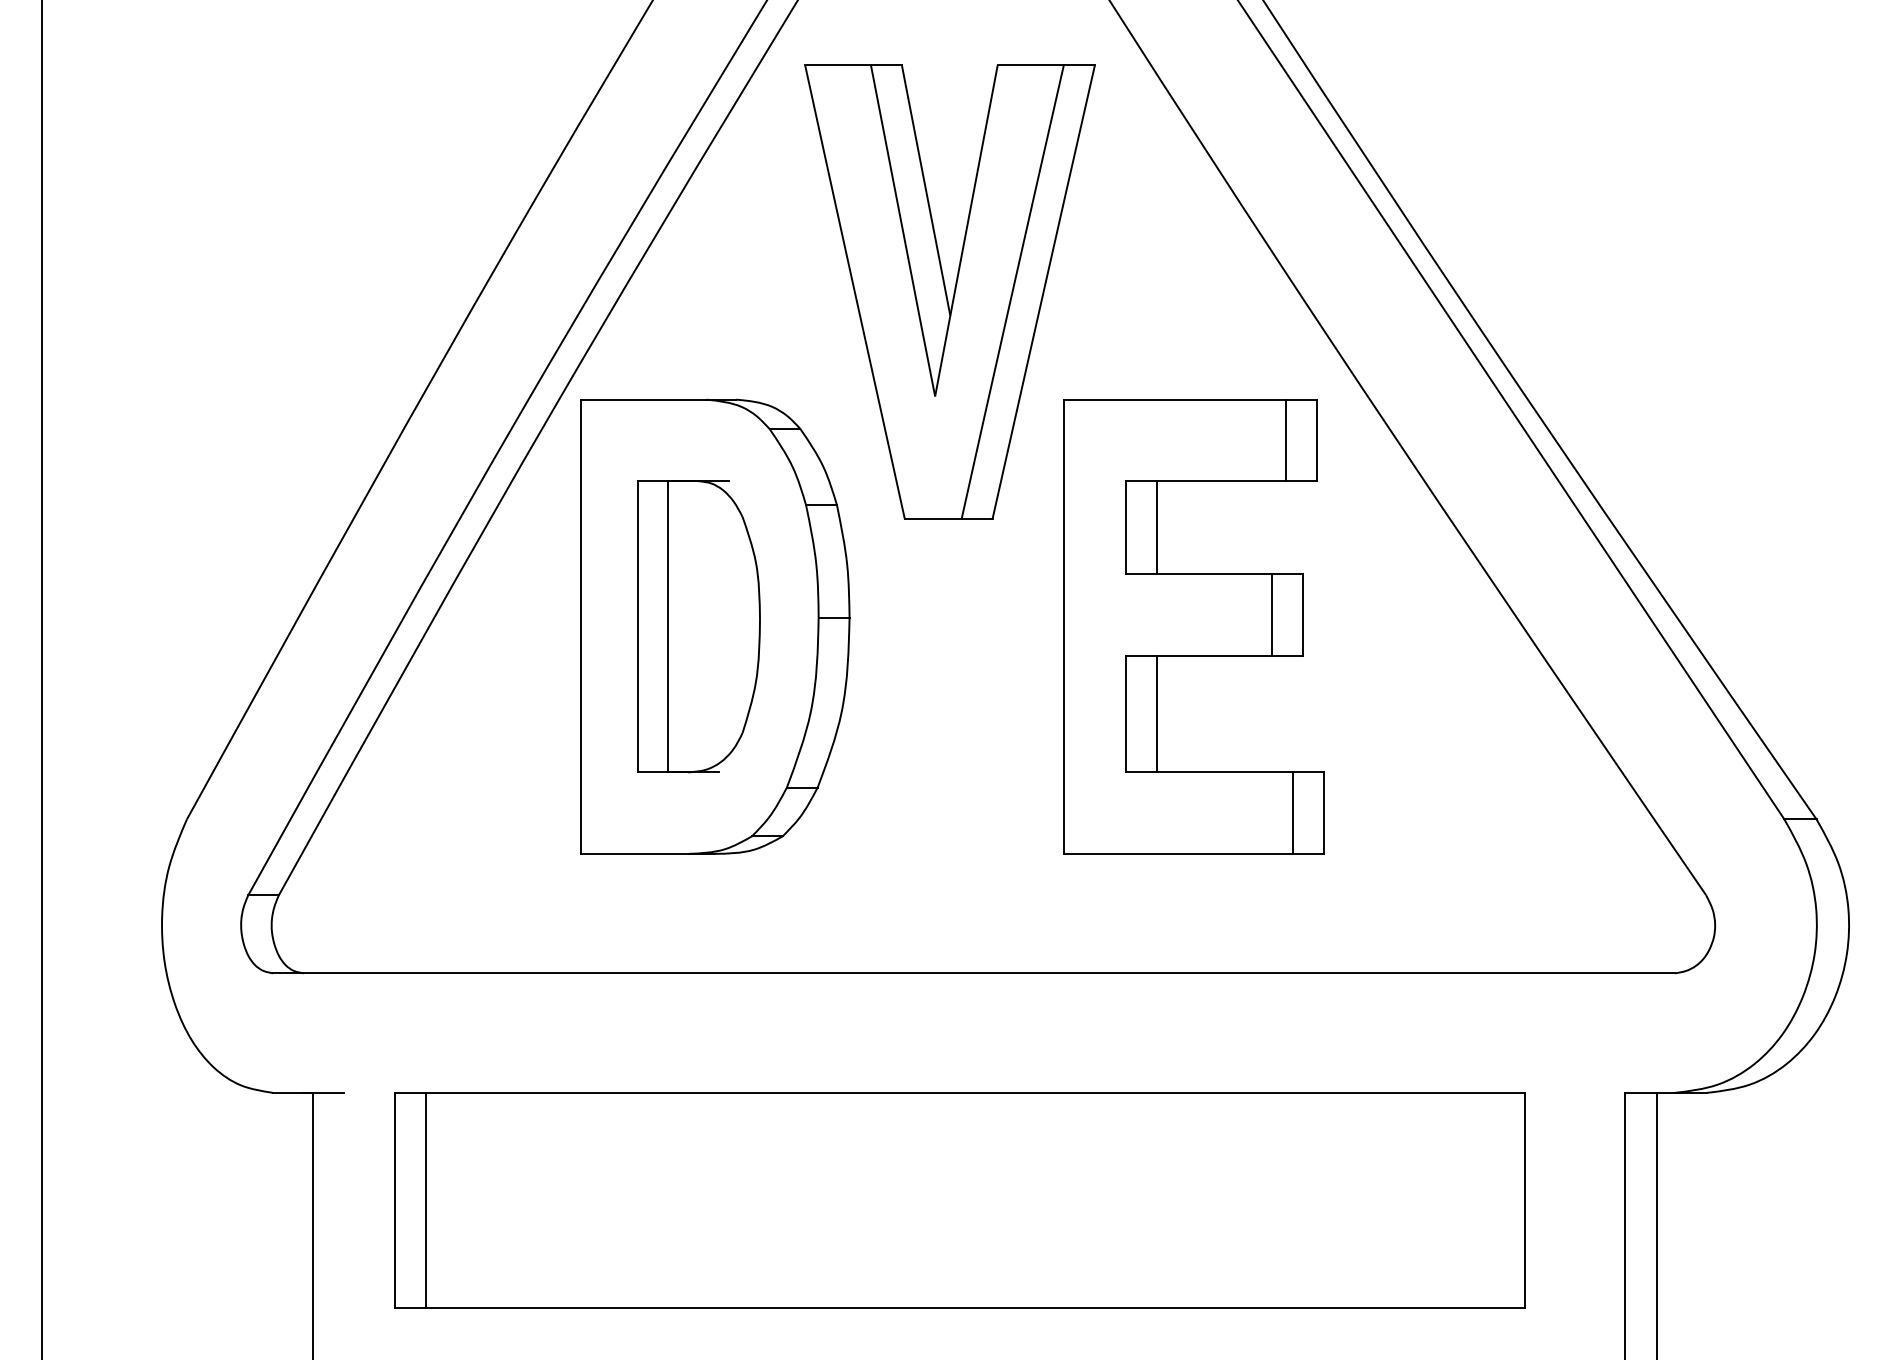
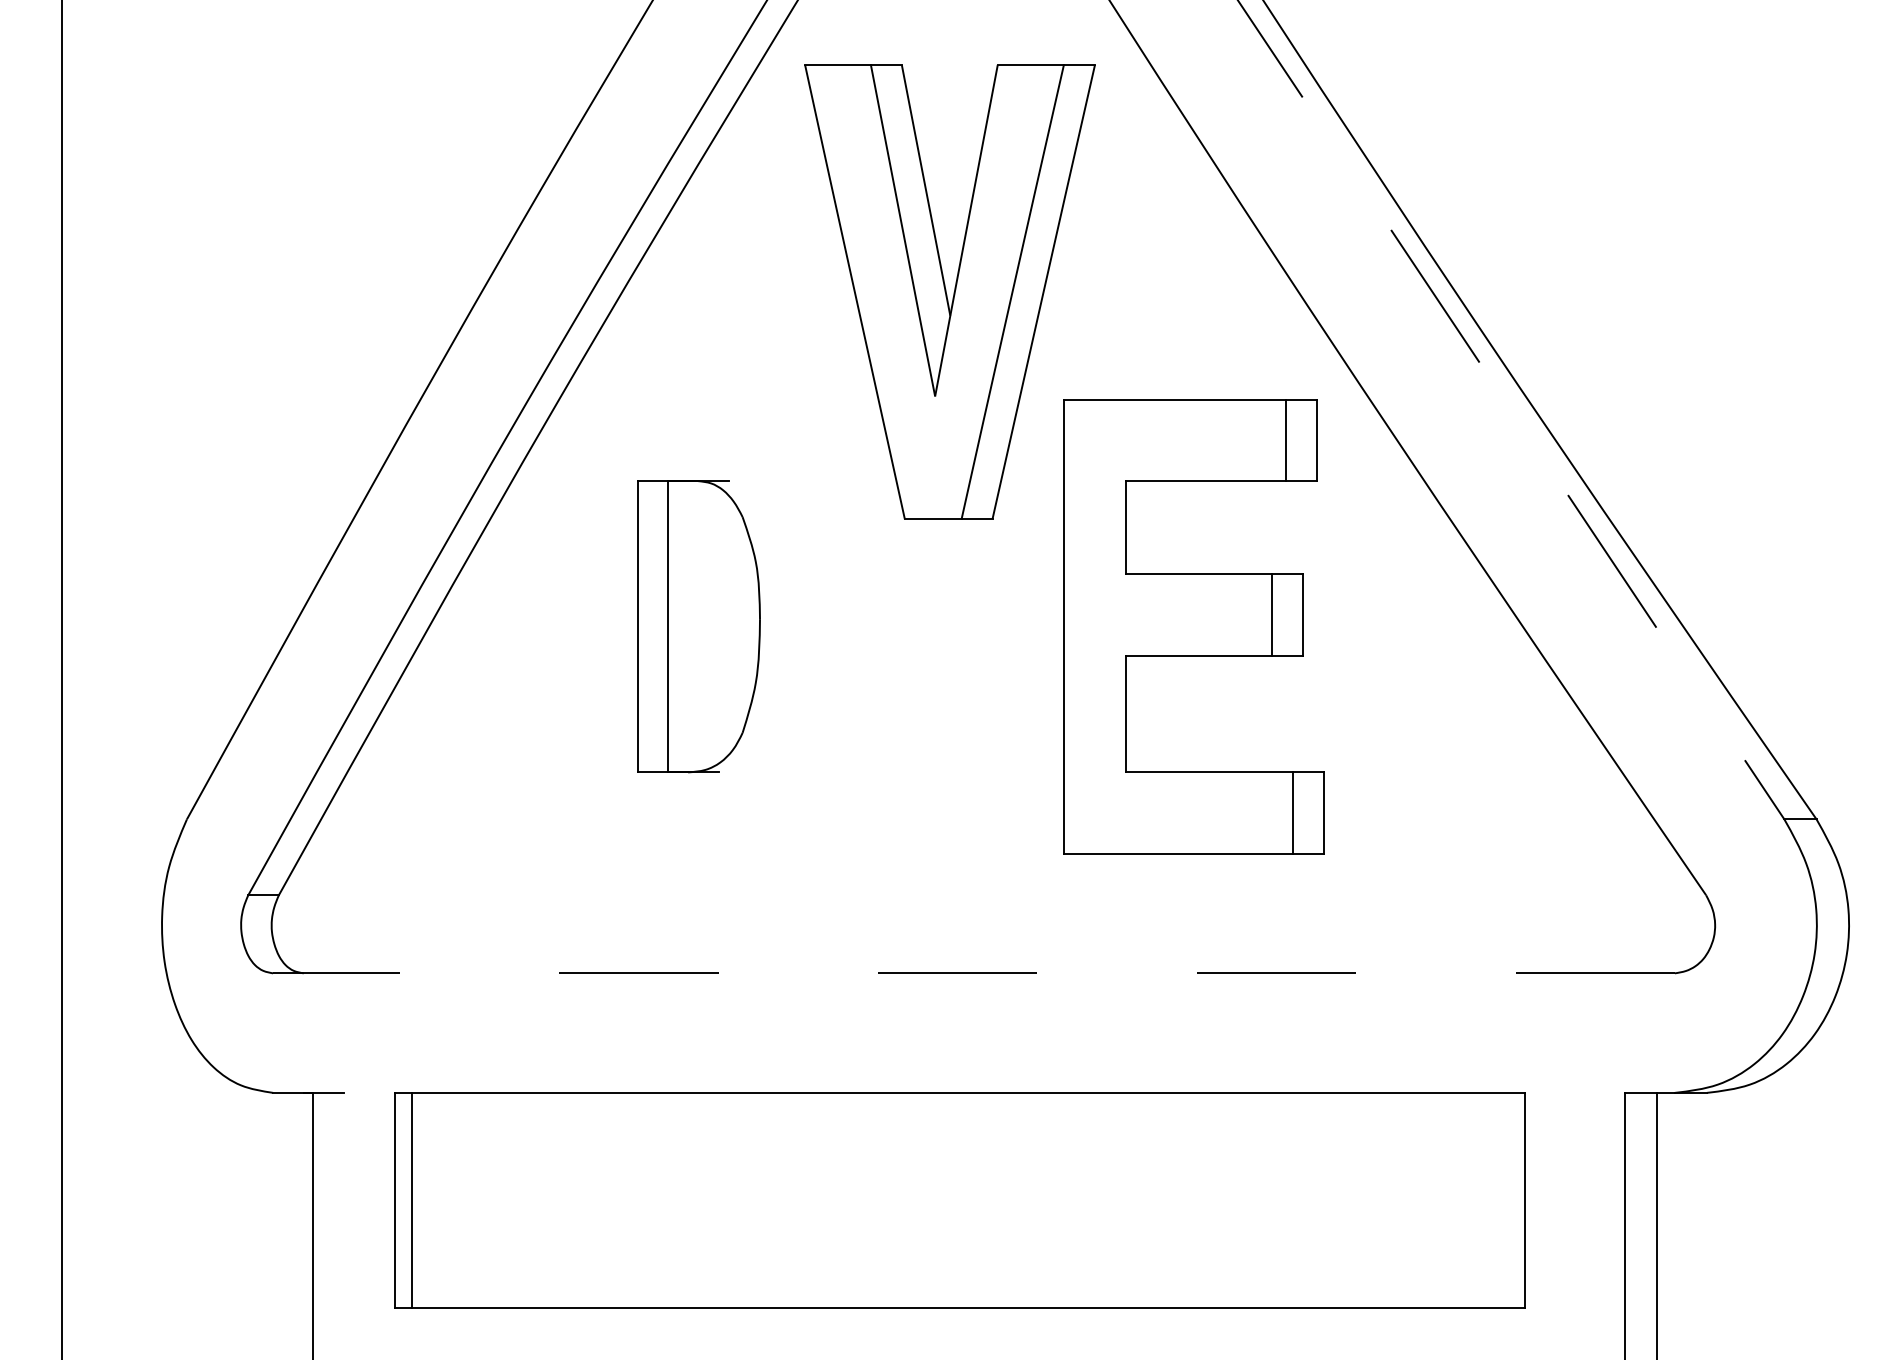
line at (1511, 410): solid -> dashed
line at (1156, 527): present -> none
part at (715, 626): present -> none
line at (41, 679) position: (41, 679) -> (61, 679)
line at (1156, 713): present -> none
line at (974, 973): solid -> dashed
line at (425, 1200) position: (425, 1200) -> (411, 1200)
